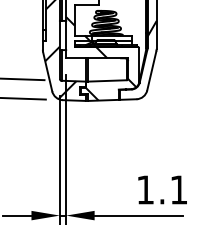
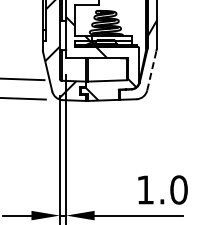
line at (151, 70): solid -> dashed
text at (178, 189): 1.1 -> 1.0
